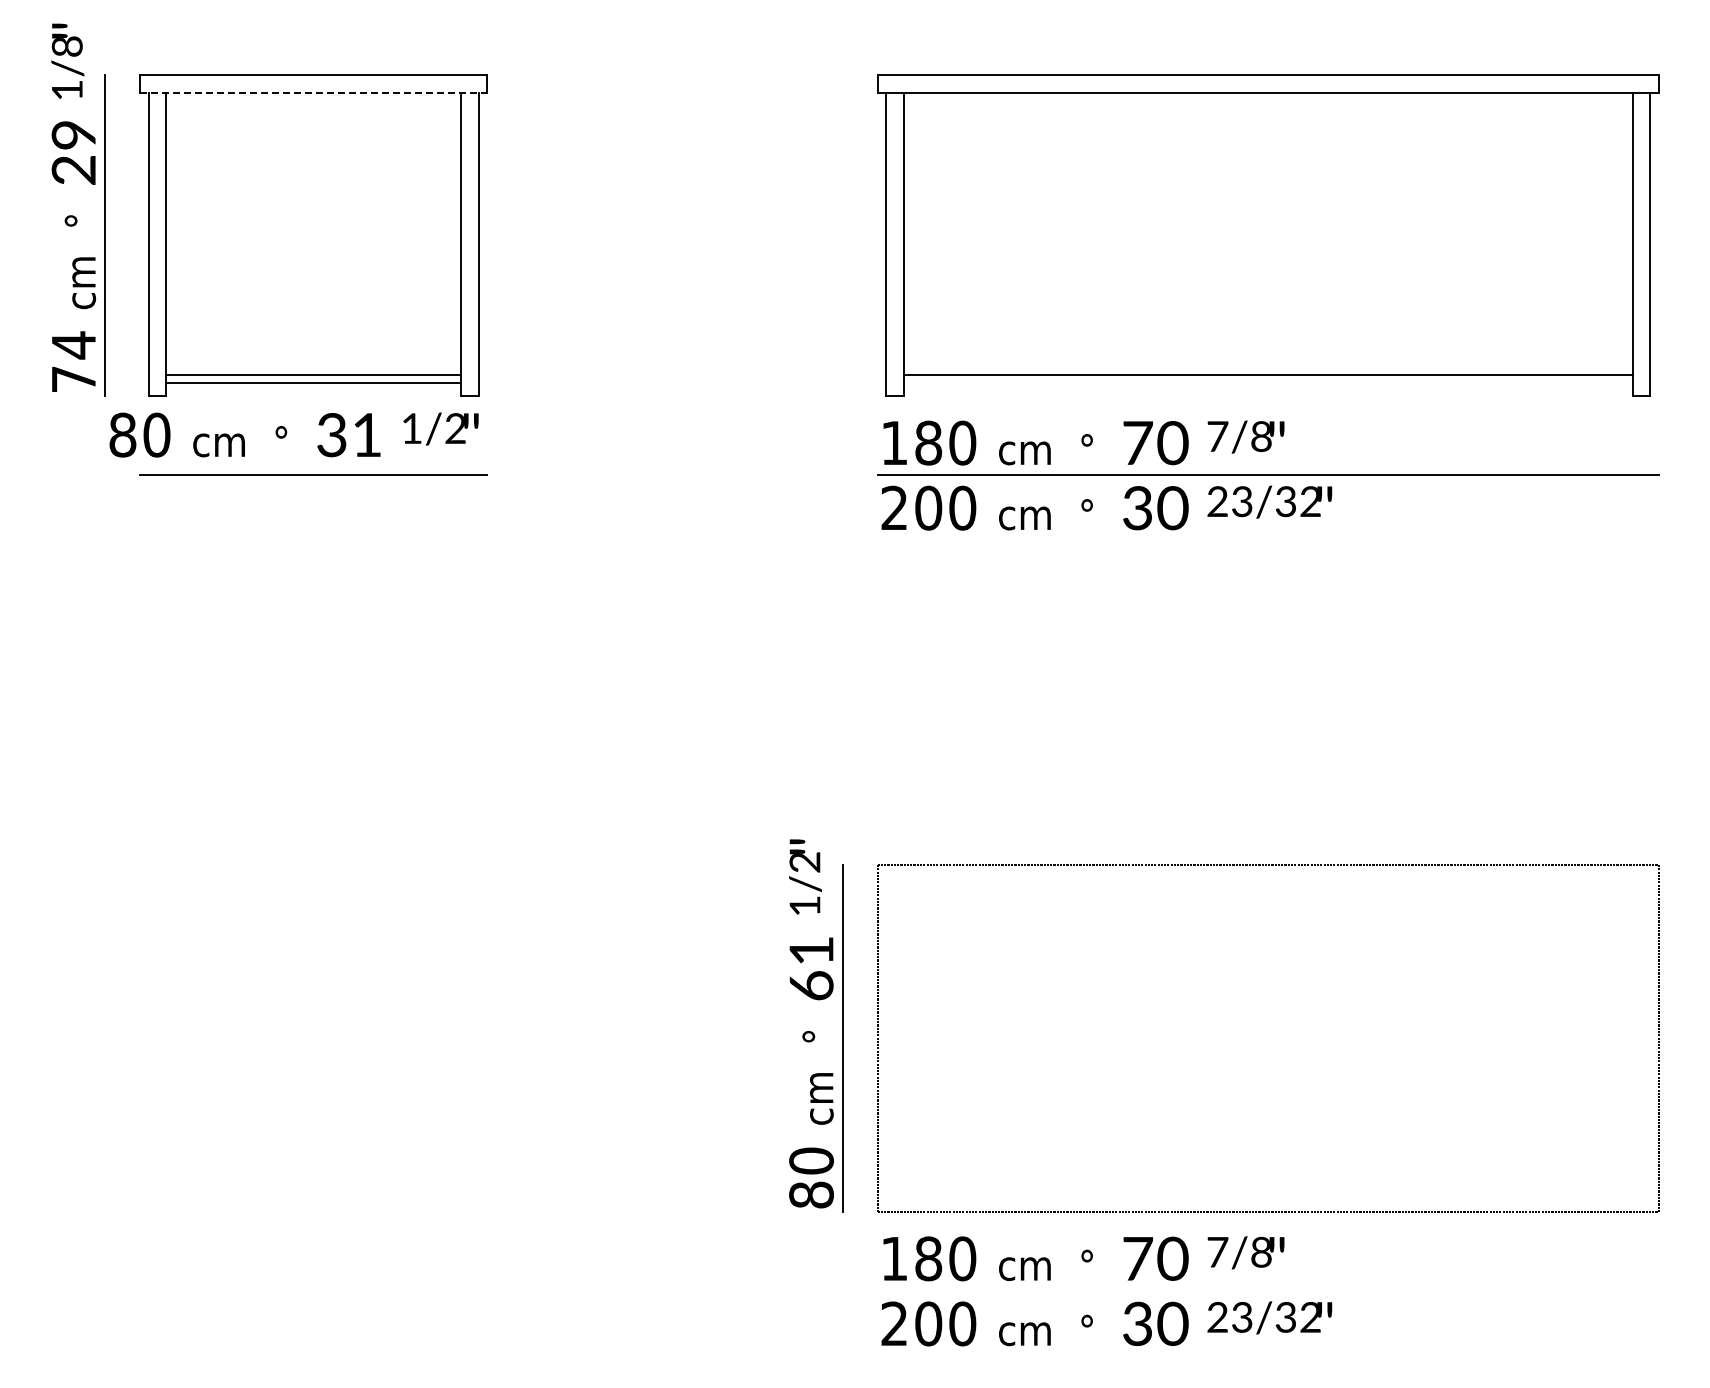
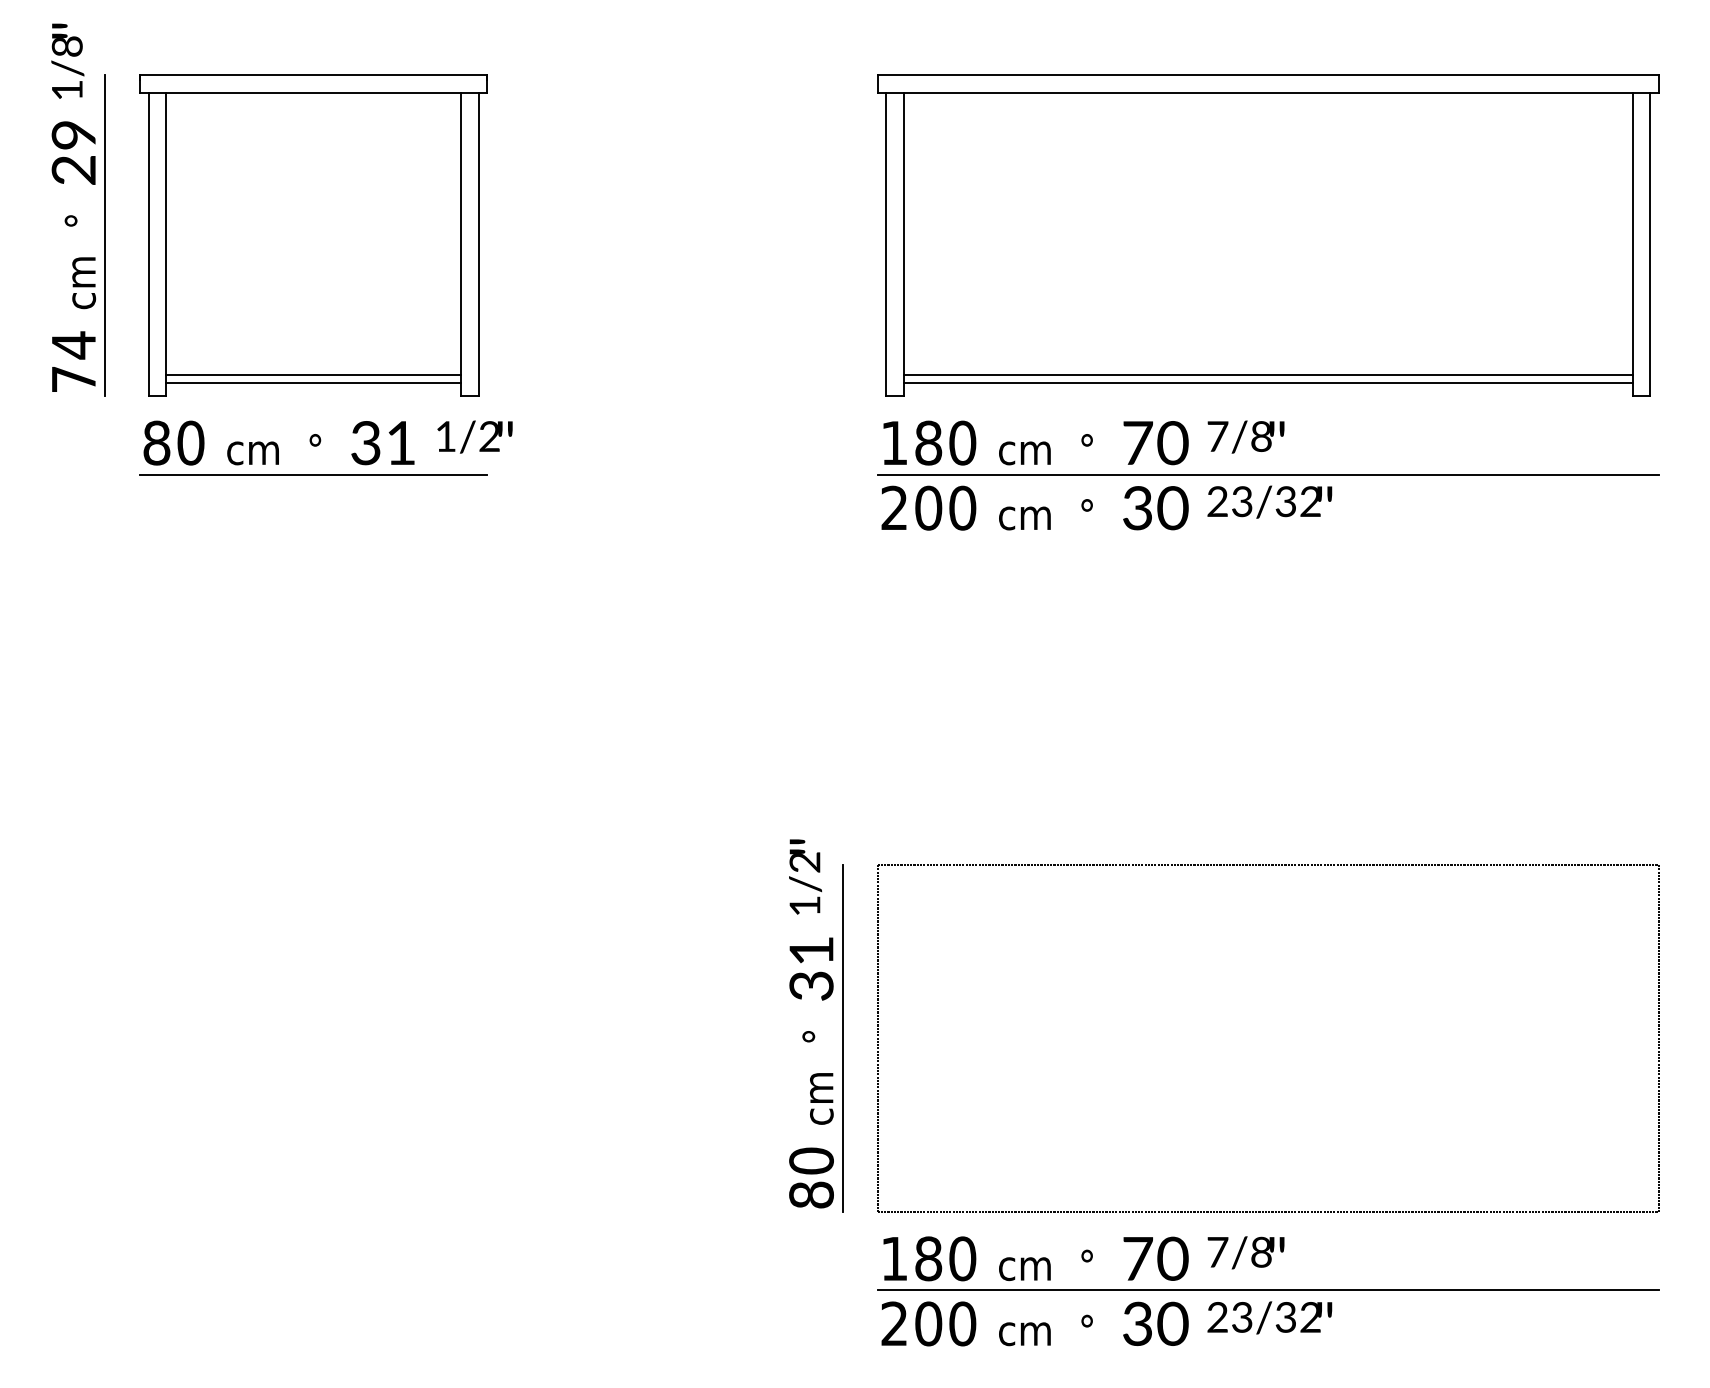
line at (313, 92): dashed -> solid
line at (1267, 383): none -> present
text at (293, 434) position: (293, 434) -> (327, 442)
text at (811, 985): 61 -> 31
line at (1267, 1290): none -> present
